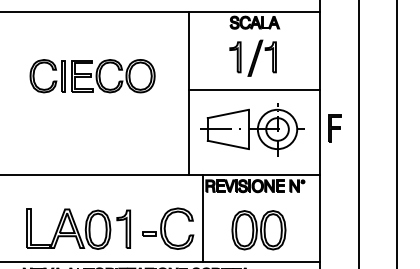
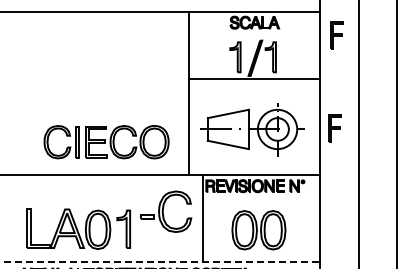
part at (336, 35): none -> present
part at (92, 76) position: (92, 76) -> (106, 142)
line at (254, 89) position: (254, 89) -> (254, 78)
part at (168, 228) position: (168, 228) -> (166, 211)
line at (160, 262): solid -> dashed
